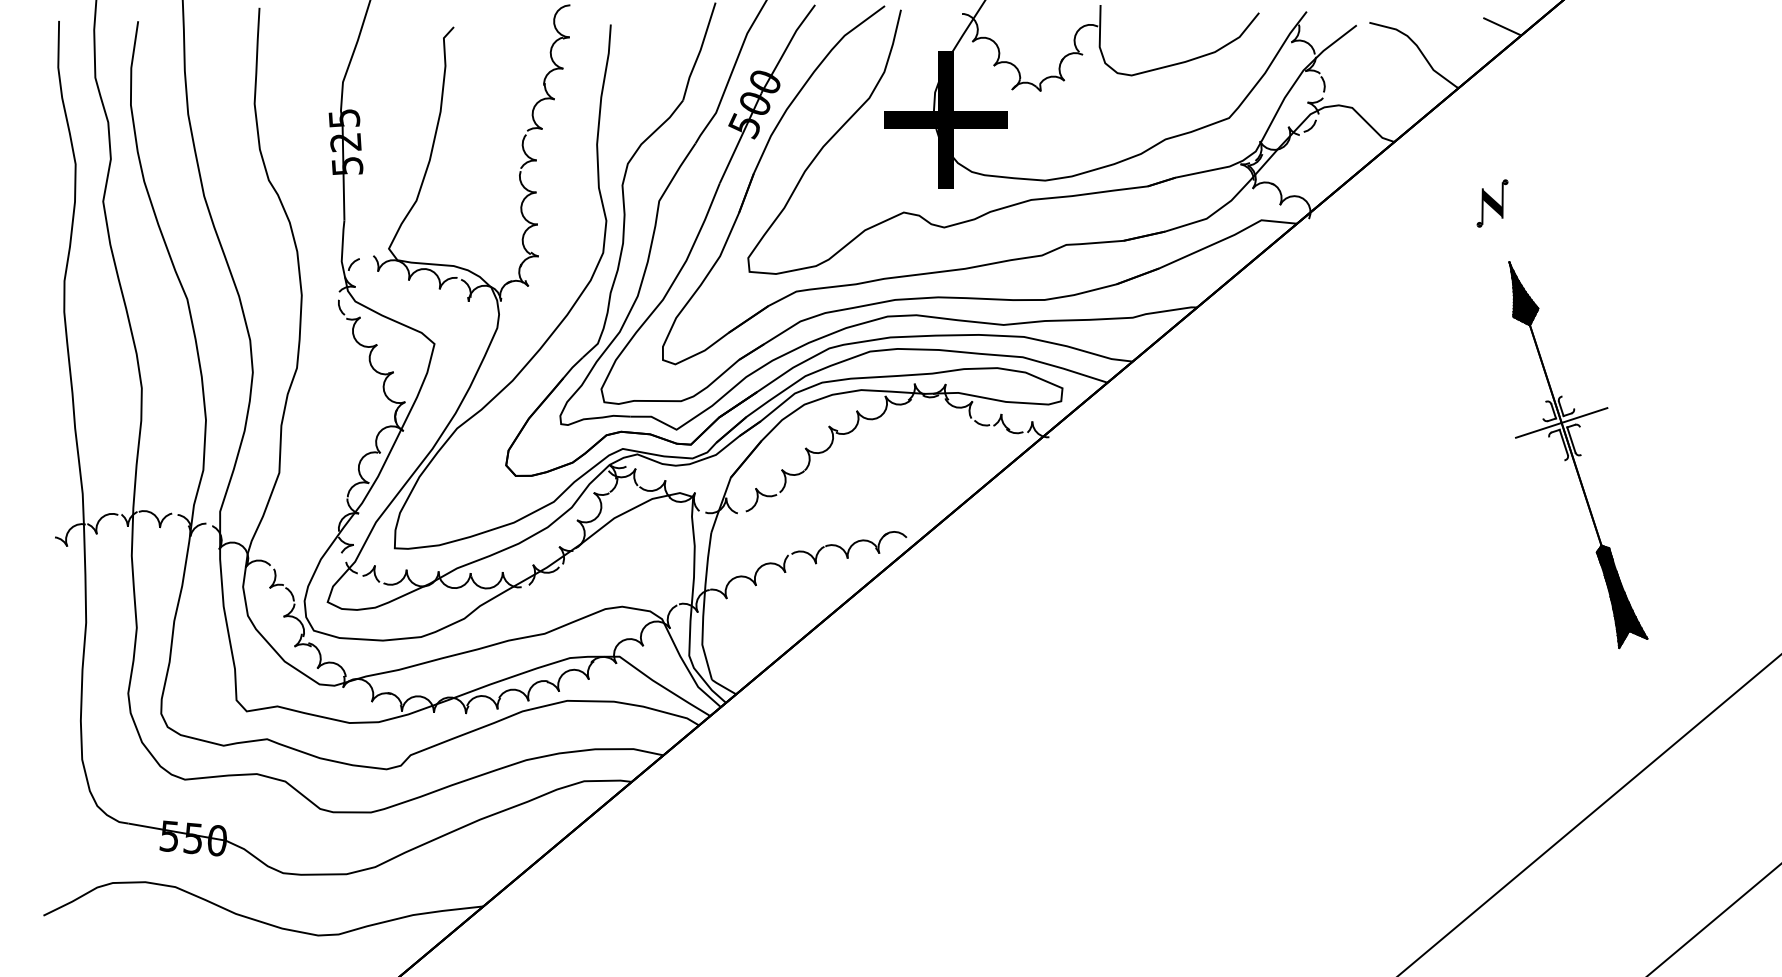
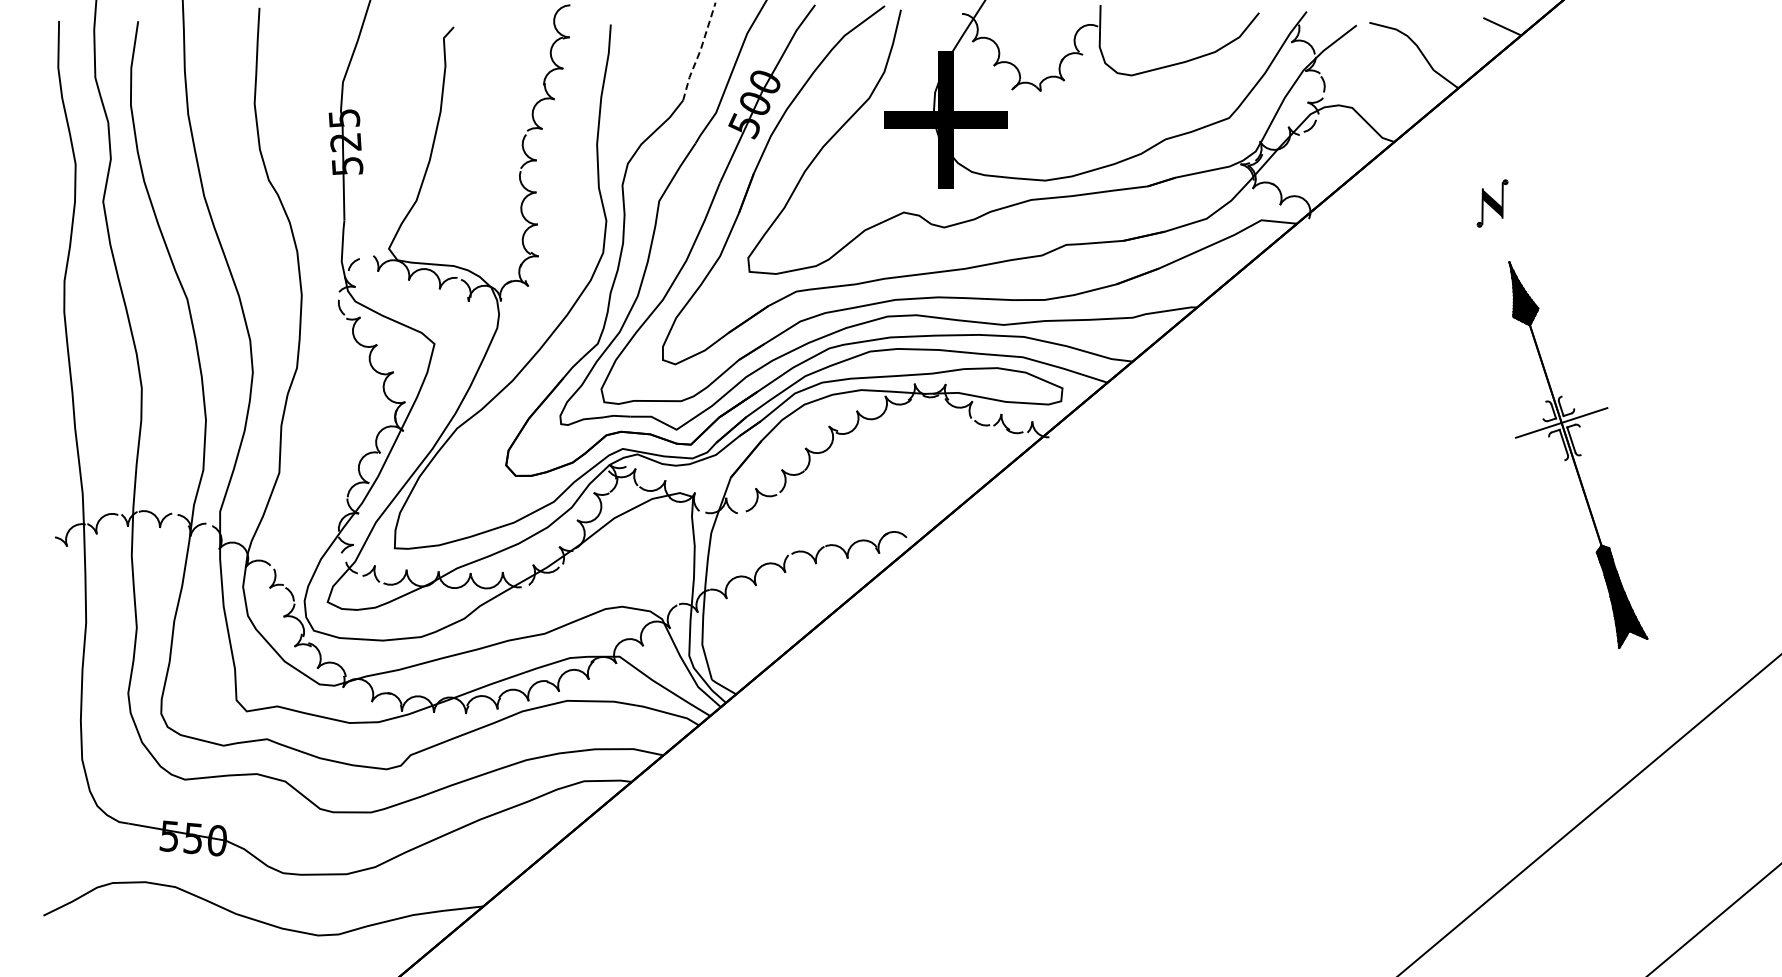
line at (699, 52): solid -> dashed
